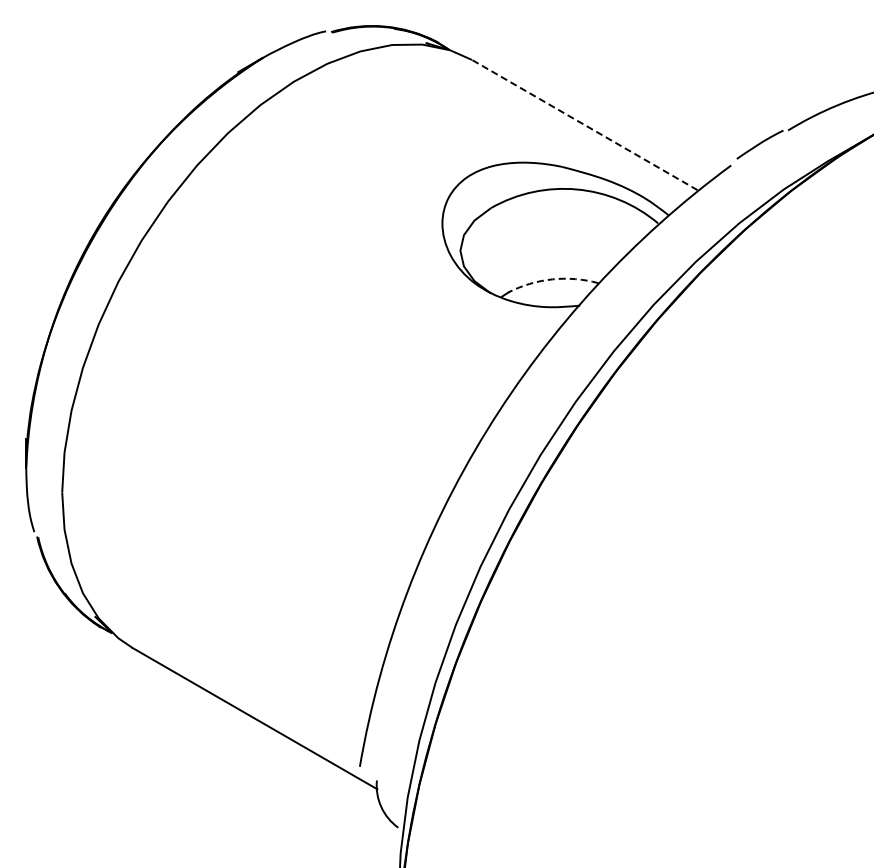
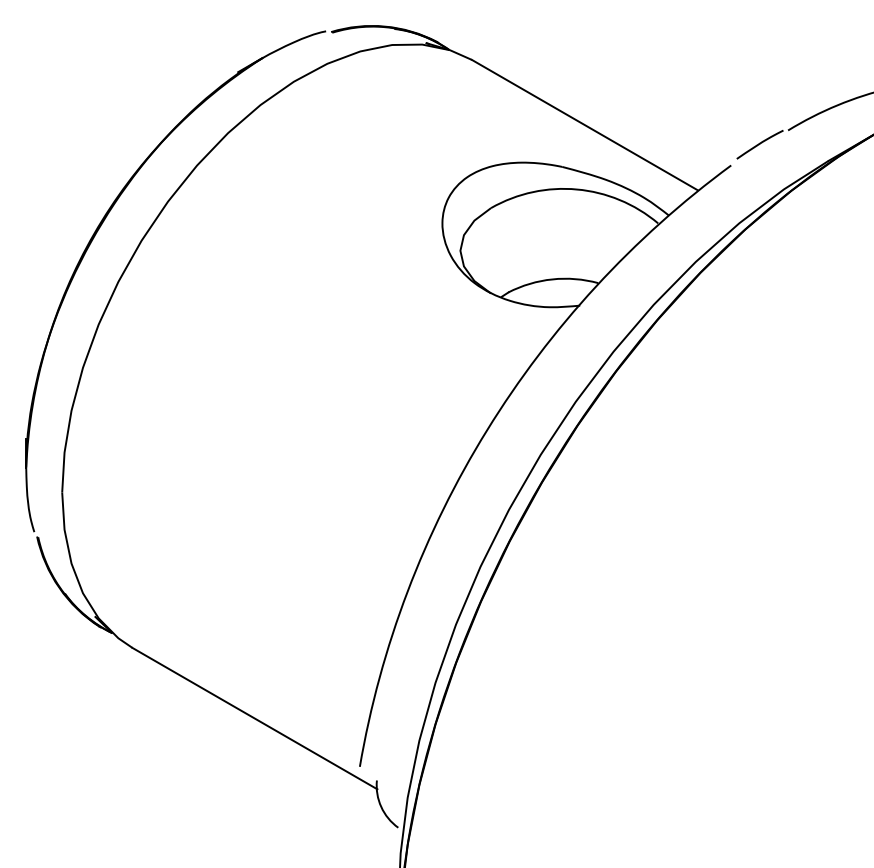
line at (584, 124): dashed -> solid
arc at (552, 279): dashed -> solid
